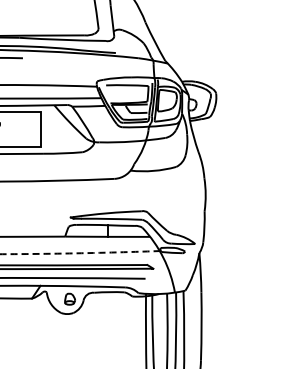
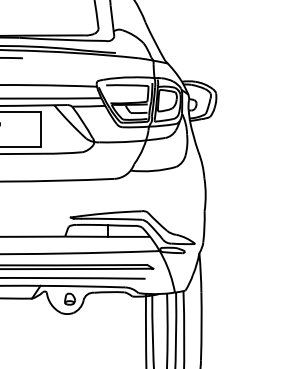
arc at (79, 253): dashed -> solid
